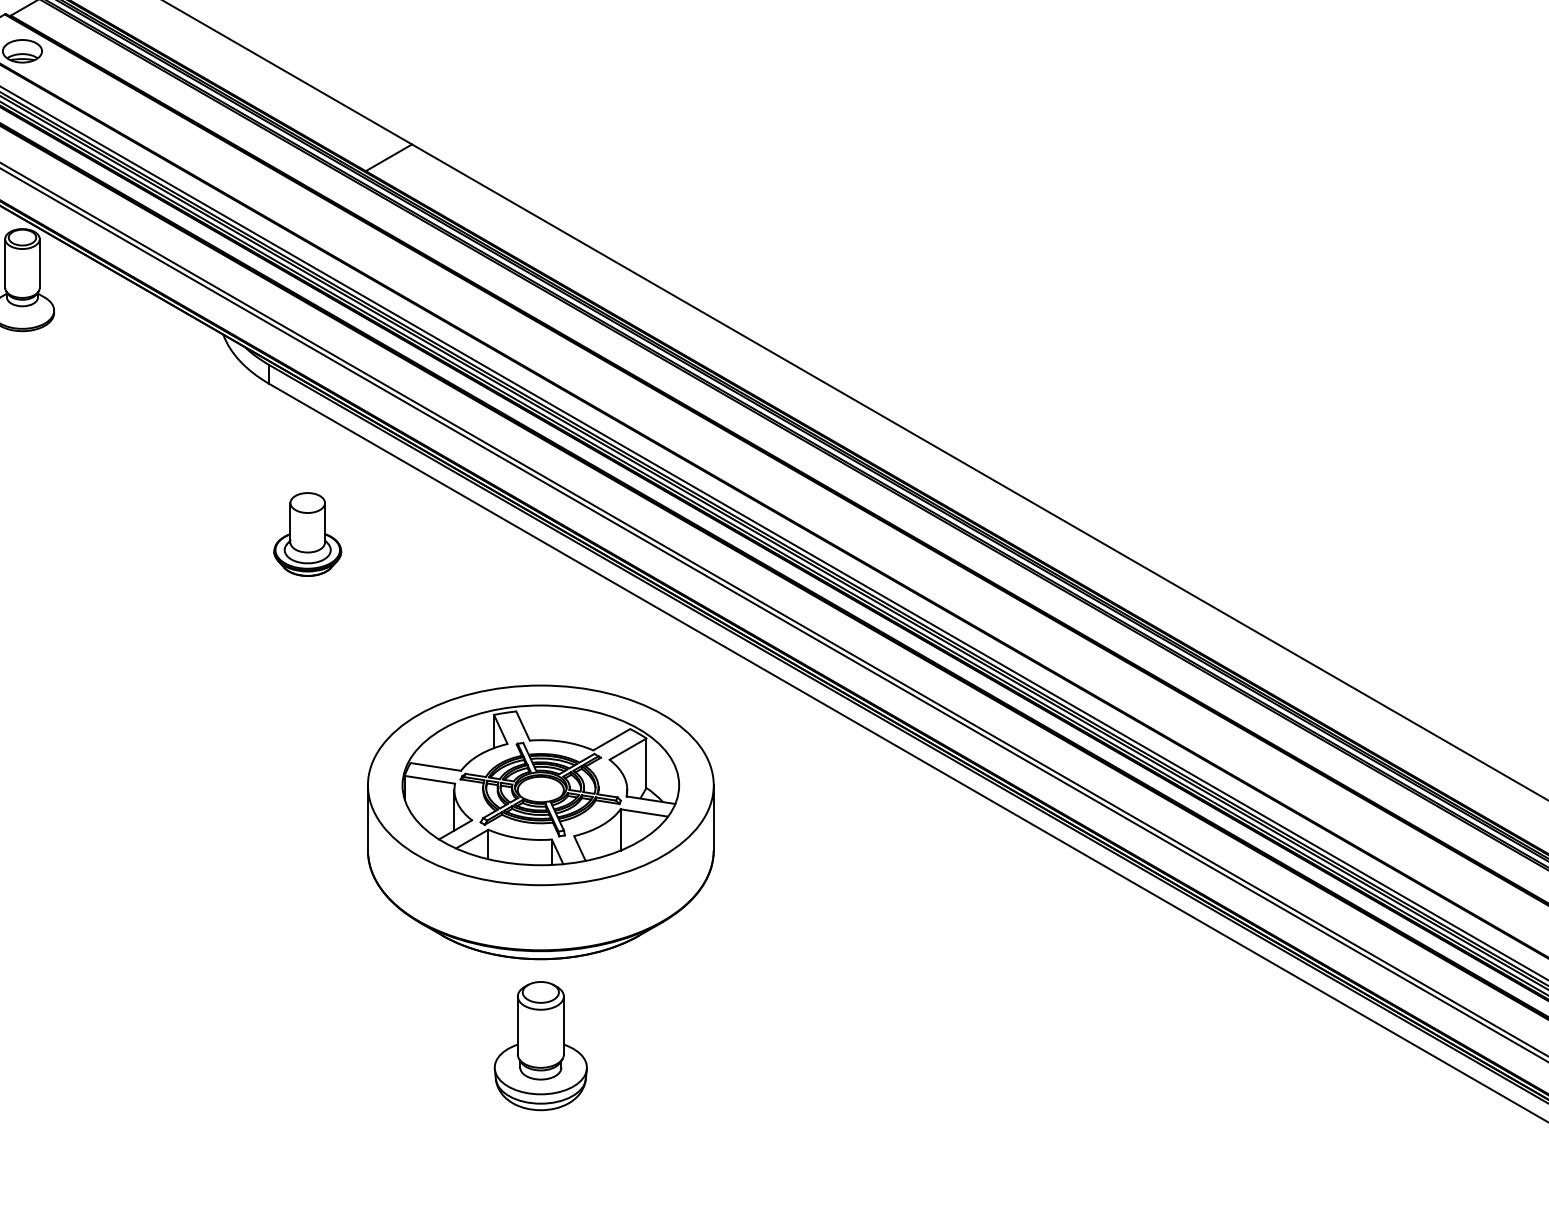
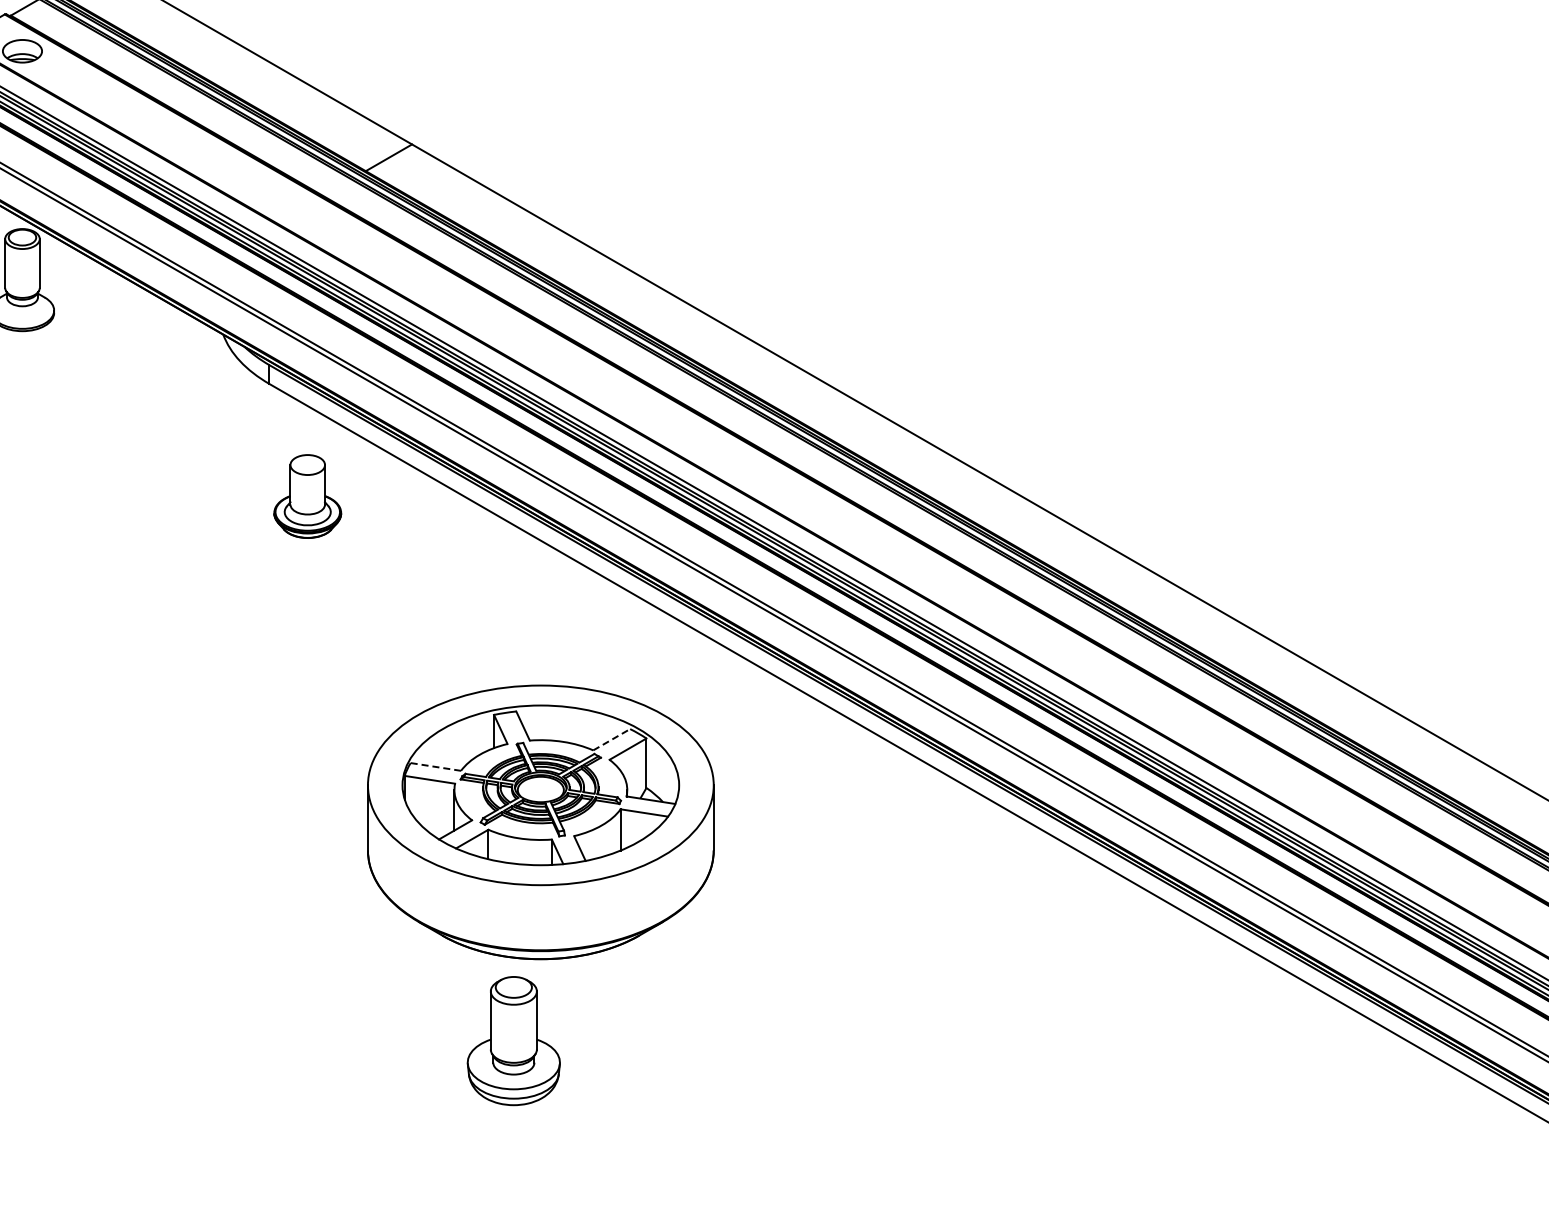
part at (307, 534) position: (307, 534) -> (307, 496)
line at (612, 739): solid -> dashed
line at (436, 767): solid -> dashed
part at (540, 1046) position: (540, 1046) -> (513, 1041)
